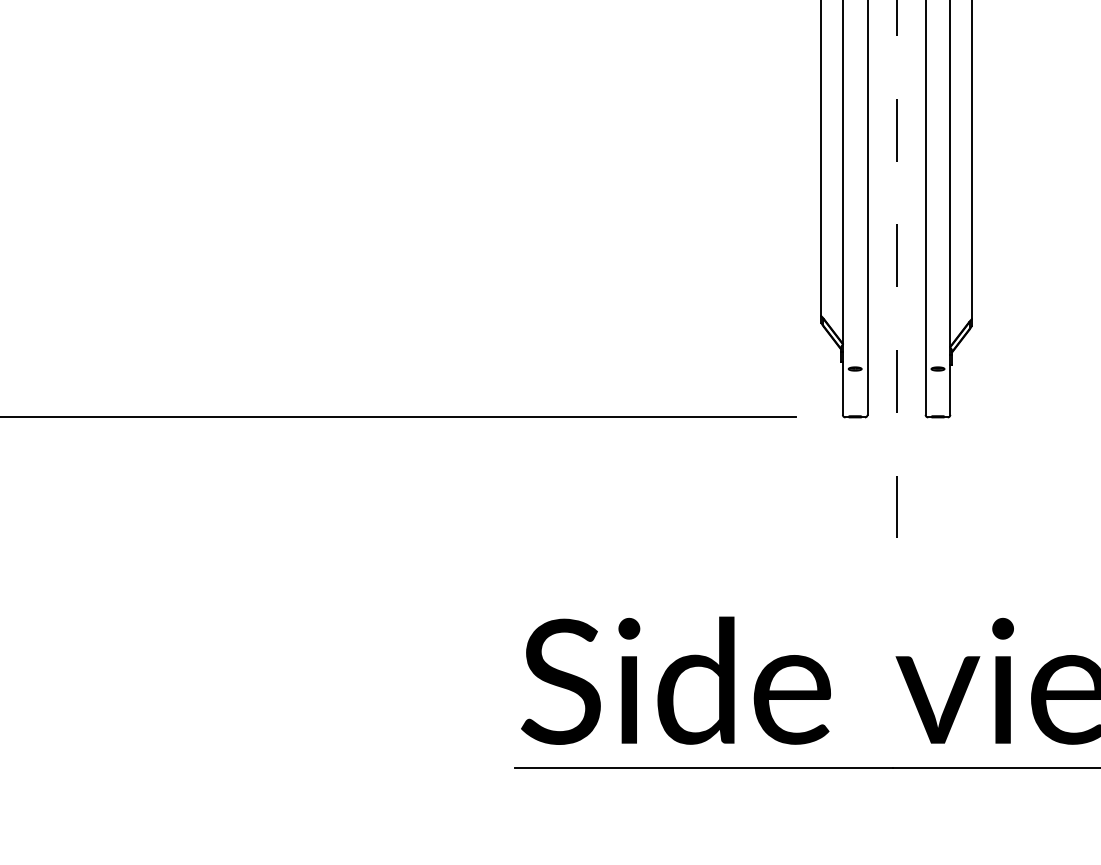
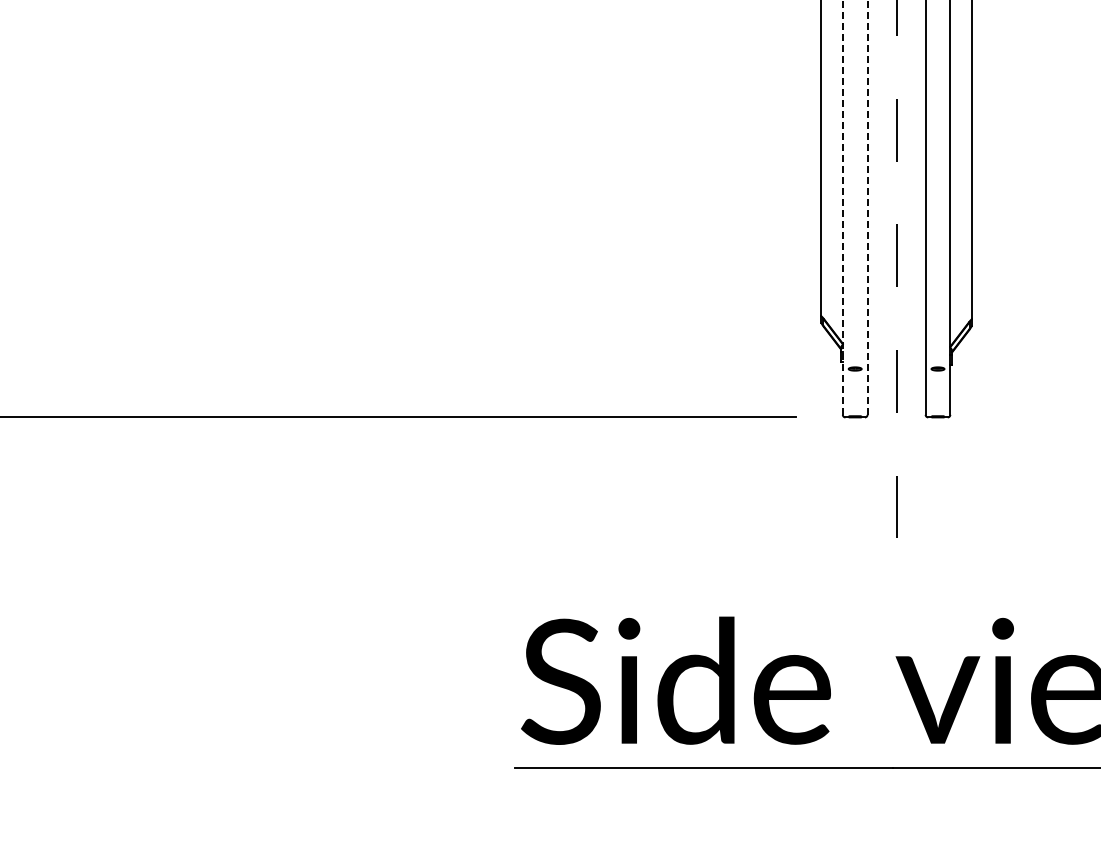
line at (842, 206): solid -> dashed
line at (867, 206): solid -> dashed
